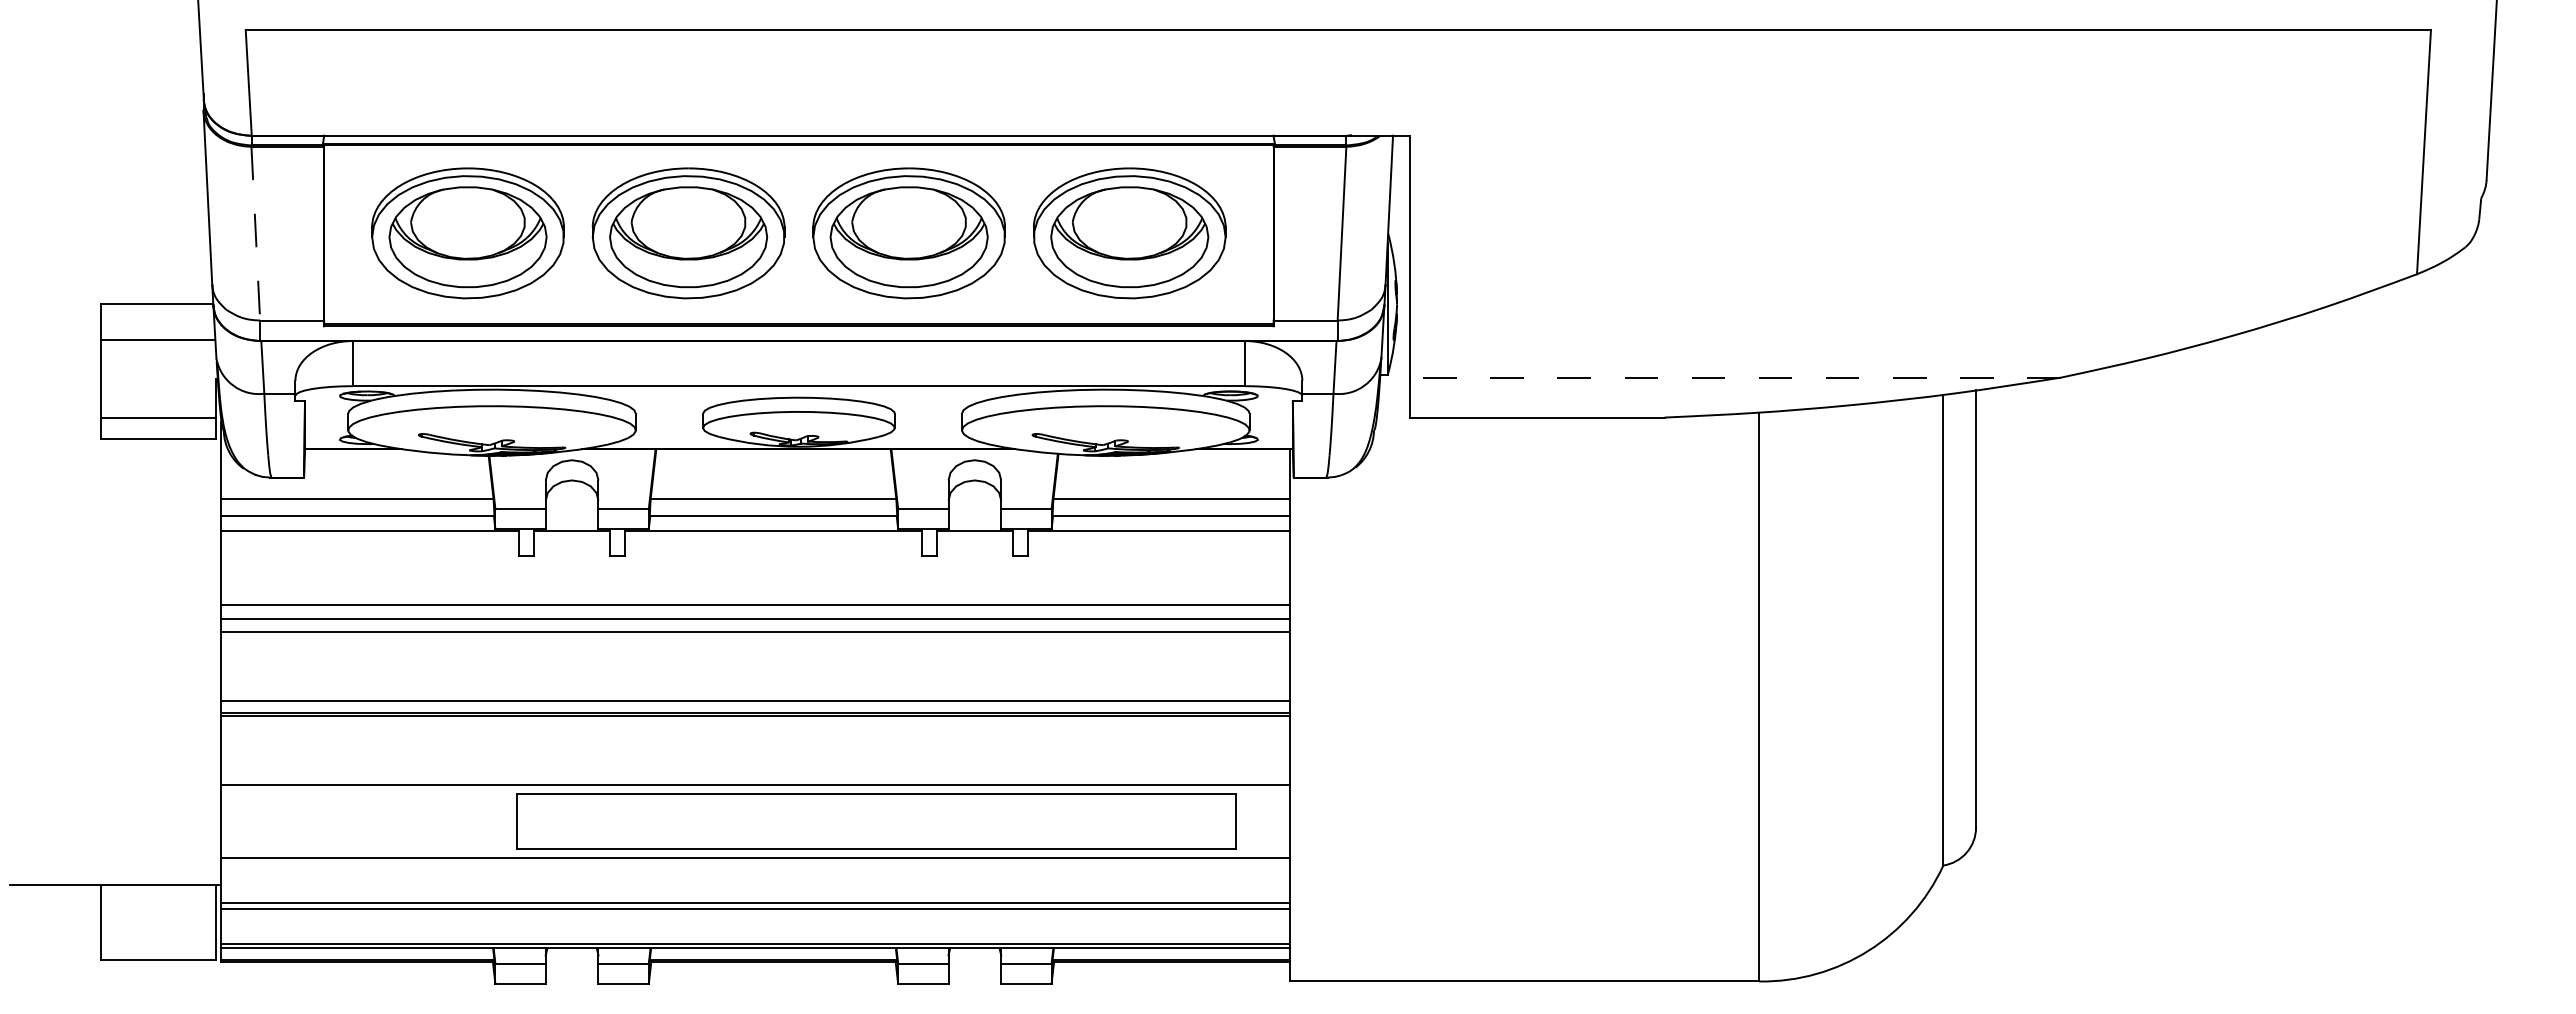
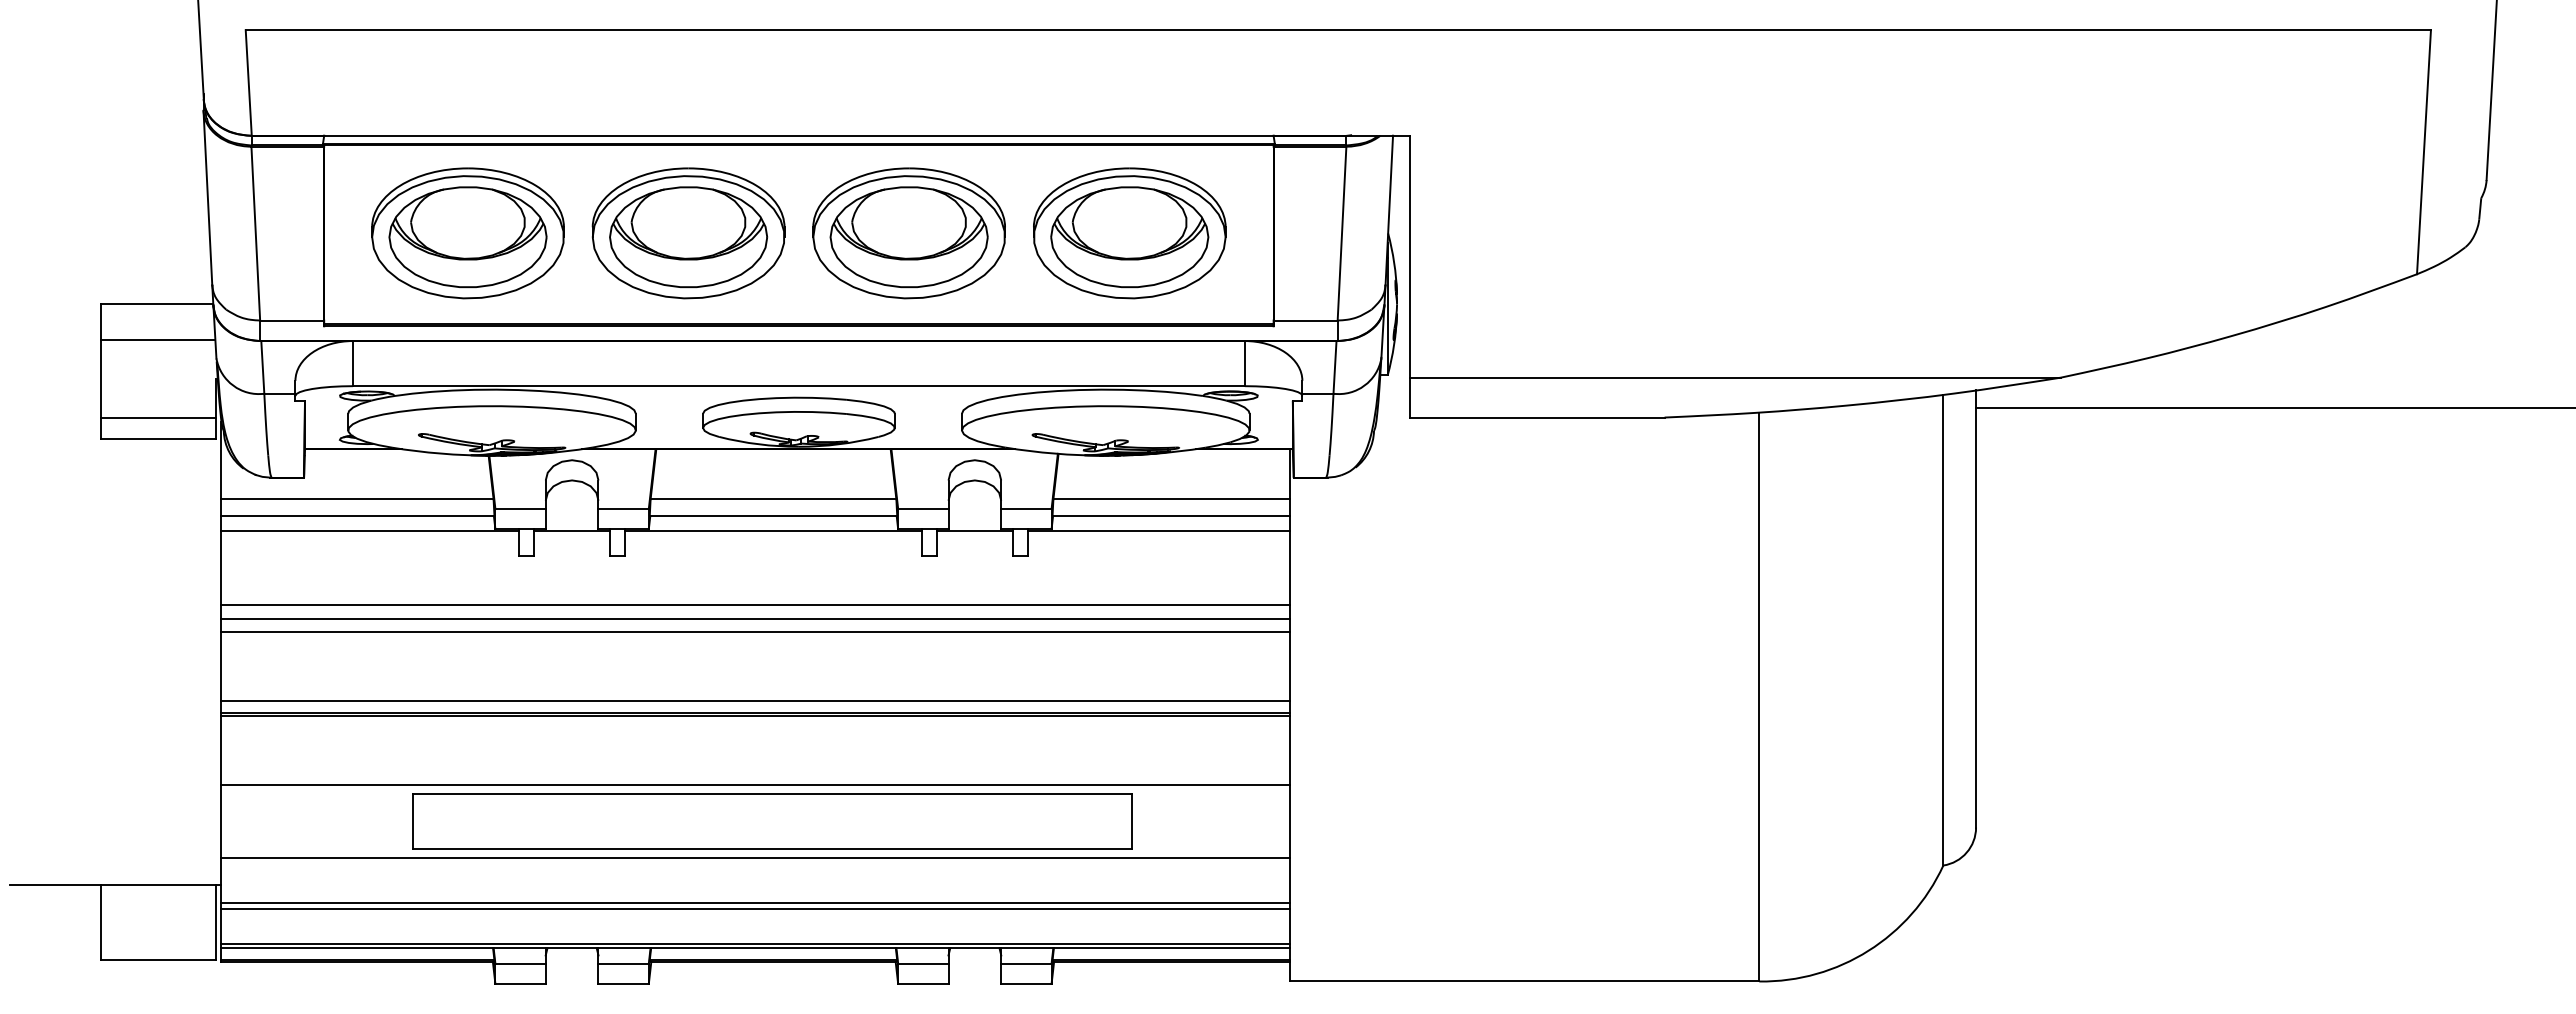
line at (255, 234): dashed -> solid
line at (1735, 377): dashed -> solid
line at (2274, 408): none -> present
part at (876, 821) position: (876, 821) -> (772, 821)
